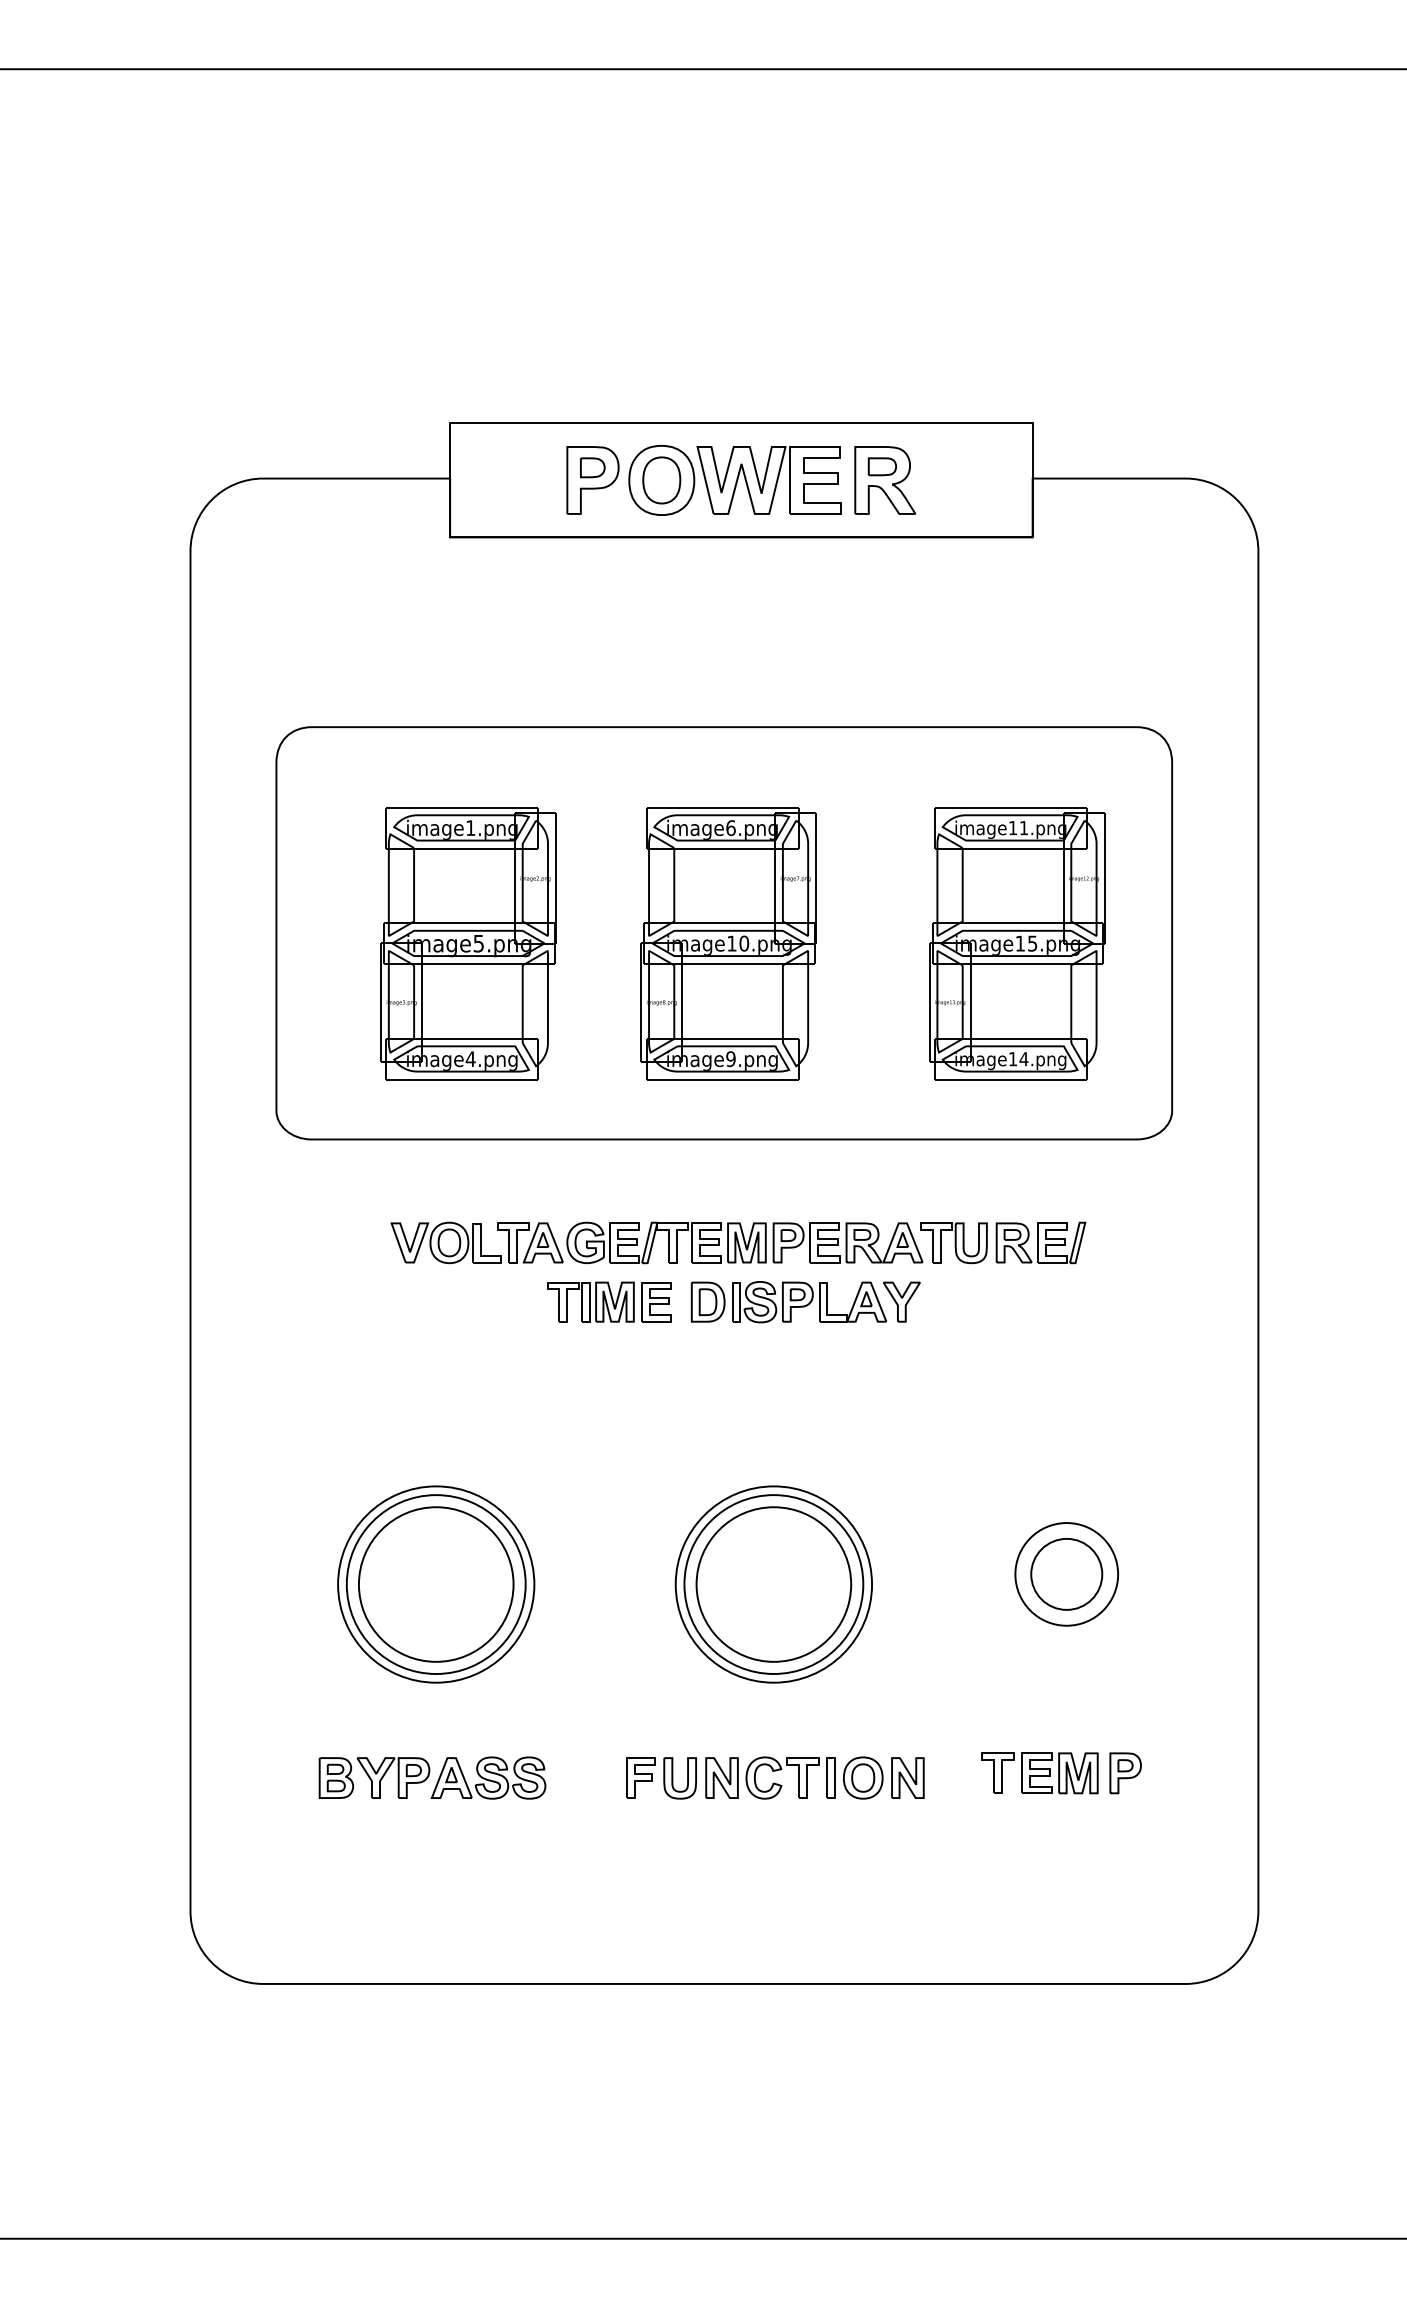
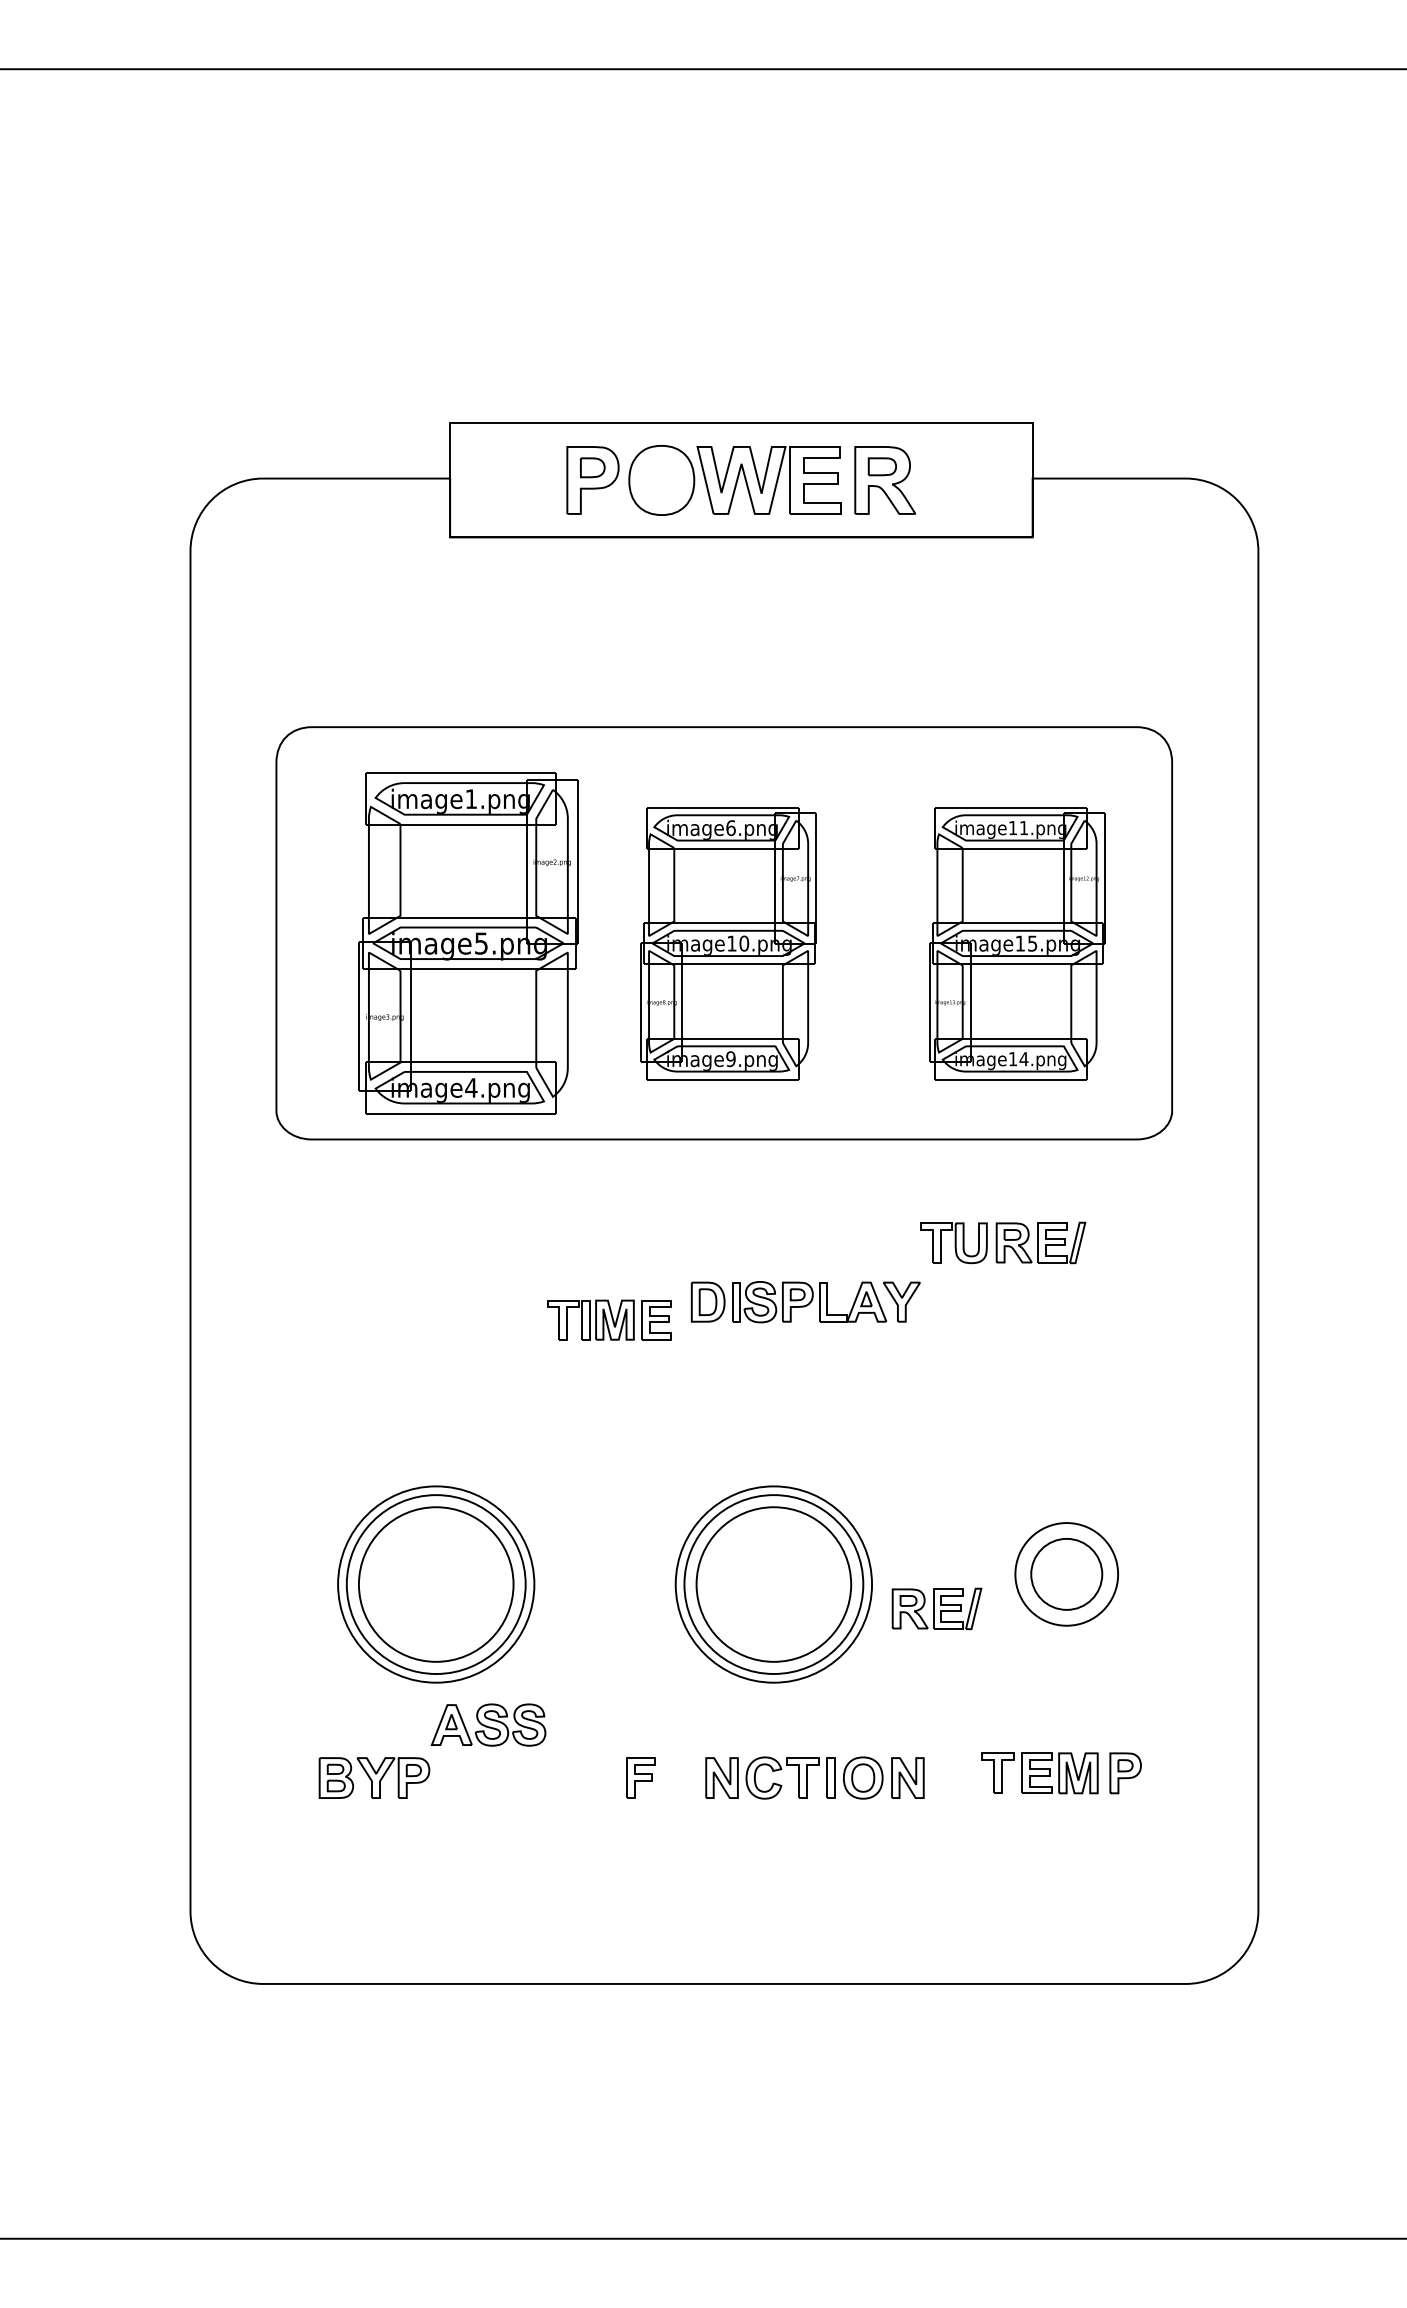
part at (661, 480): present -> none
part at (468, 943) size: 177x274 px -> 221x343 px
part at (656, 1242): present -> none
part at (609, 1301) position: (609, 1301) -> (609, 1319)
part at (936, 1608): none -> present
part at (488, 1777) position: (488, 1777) -> (488, 1724)
part at (679, 1778): present -> none
